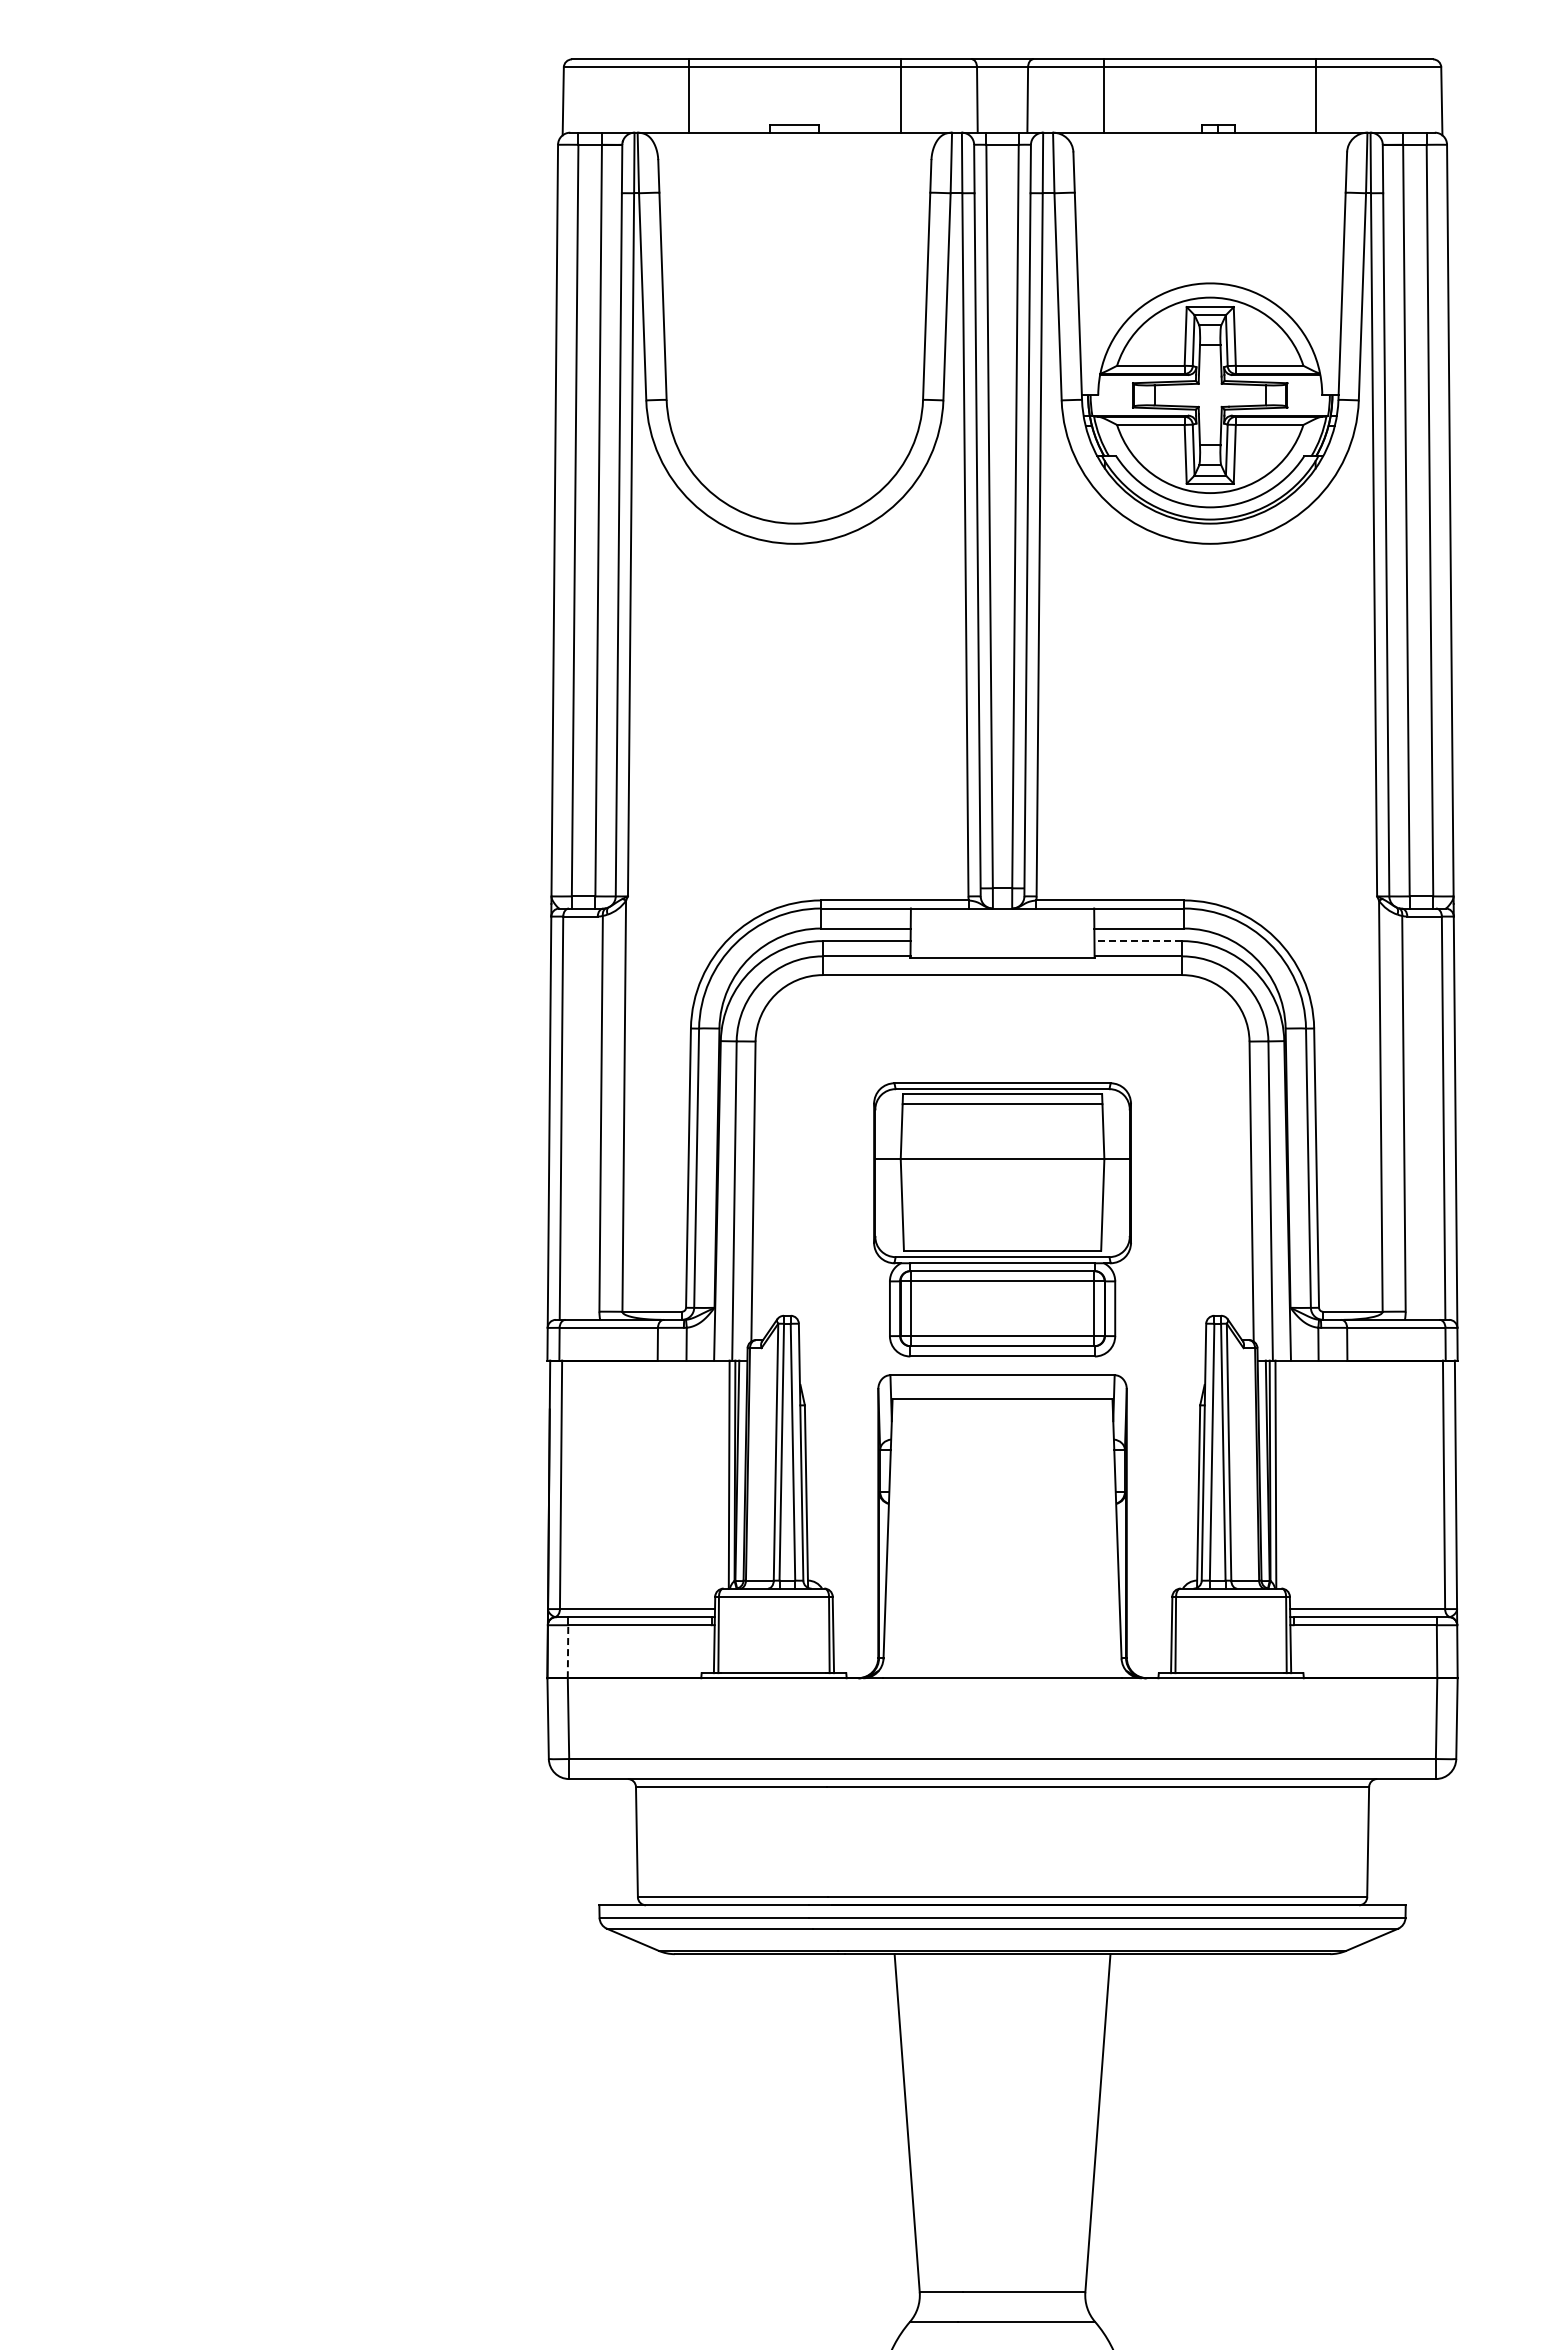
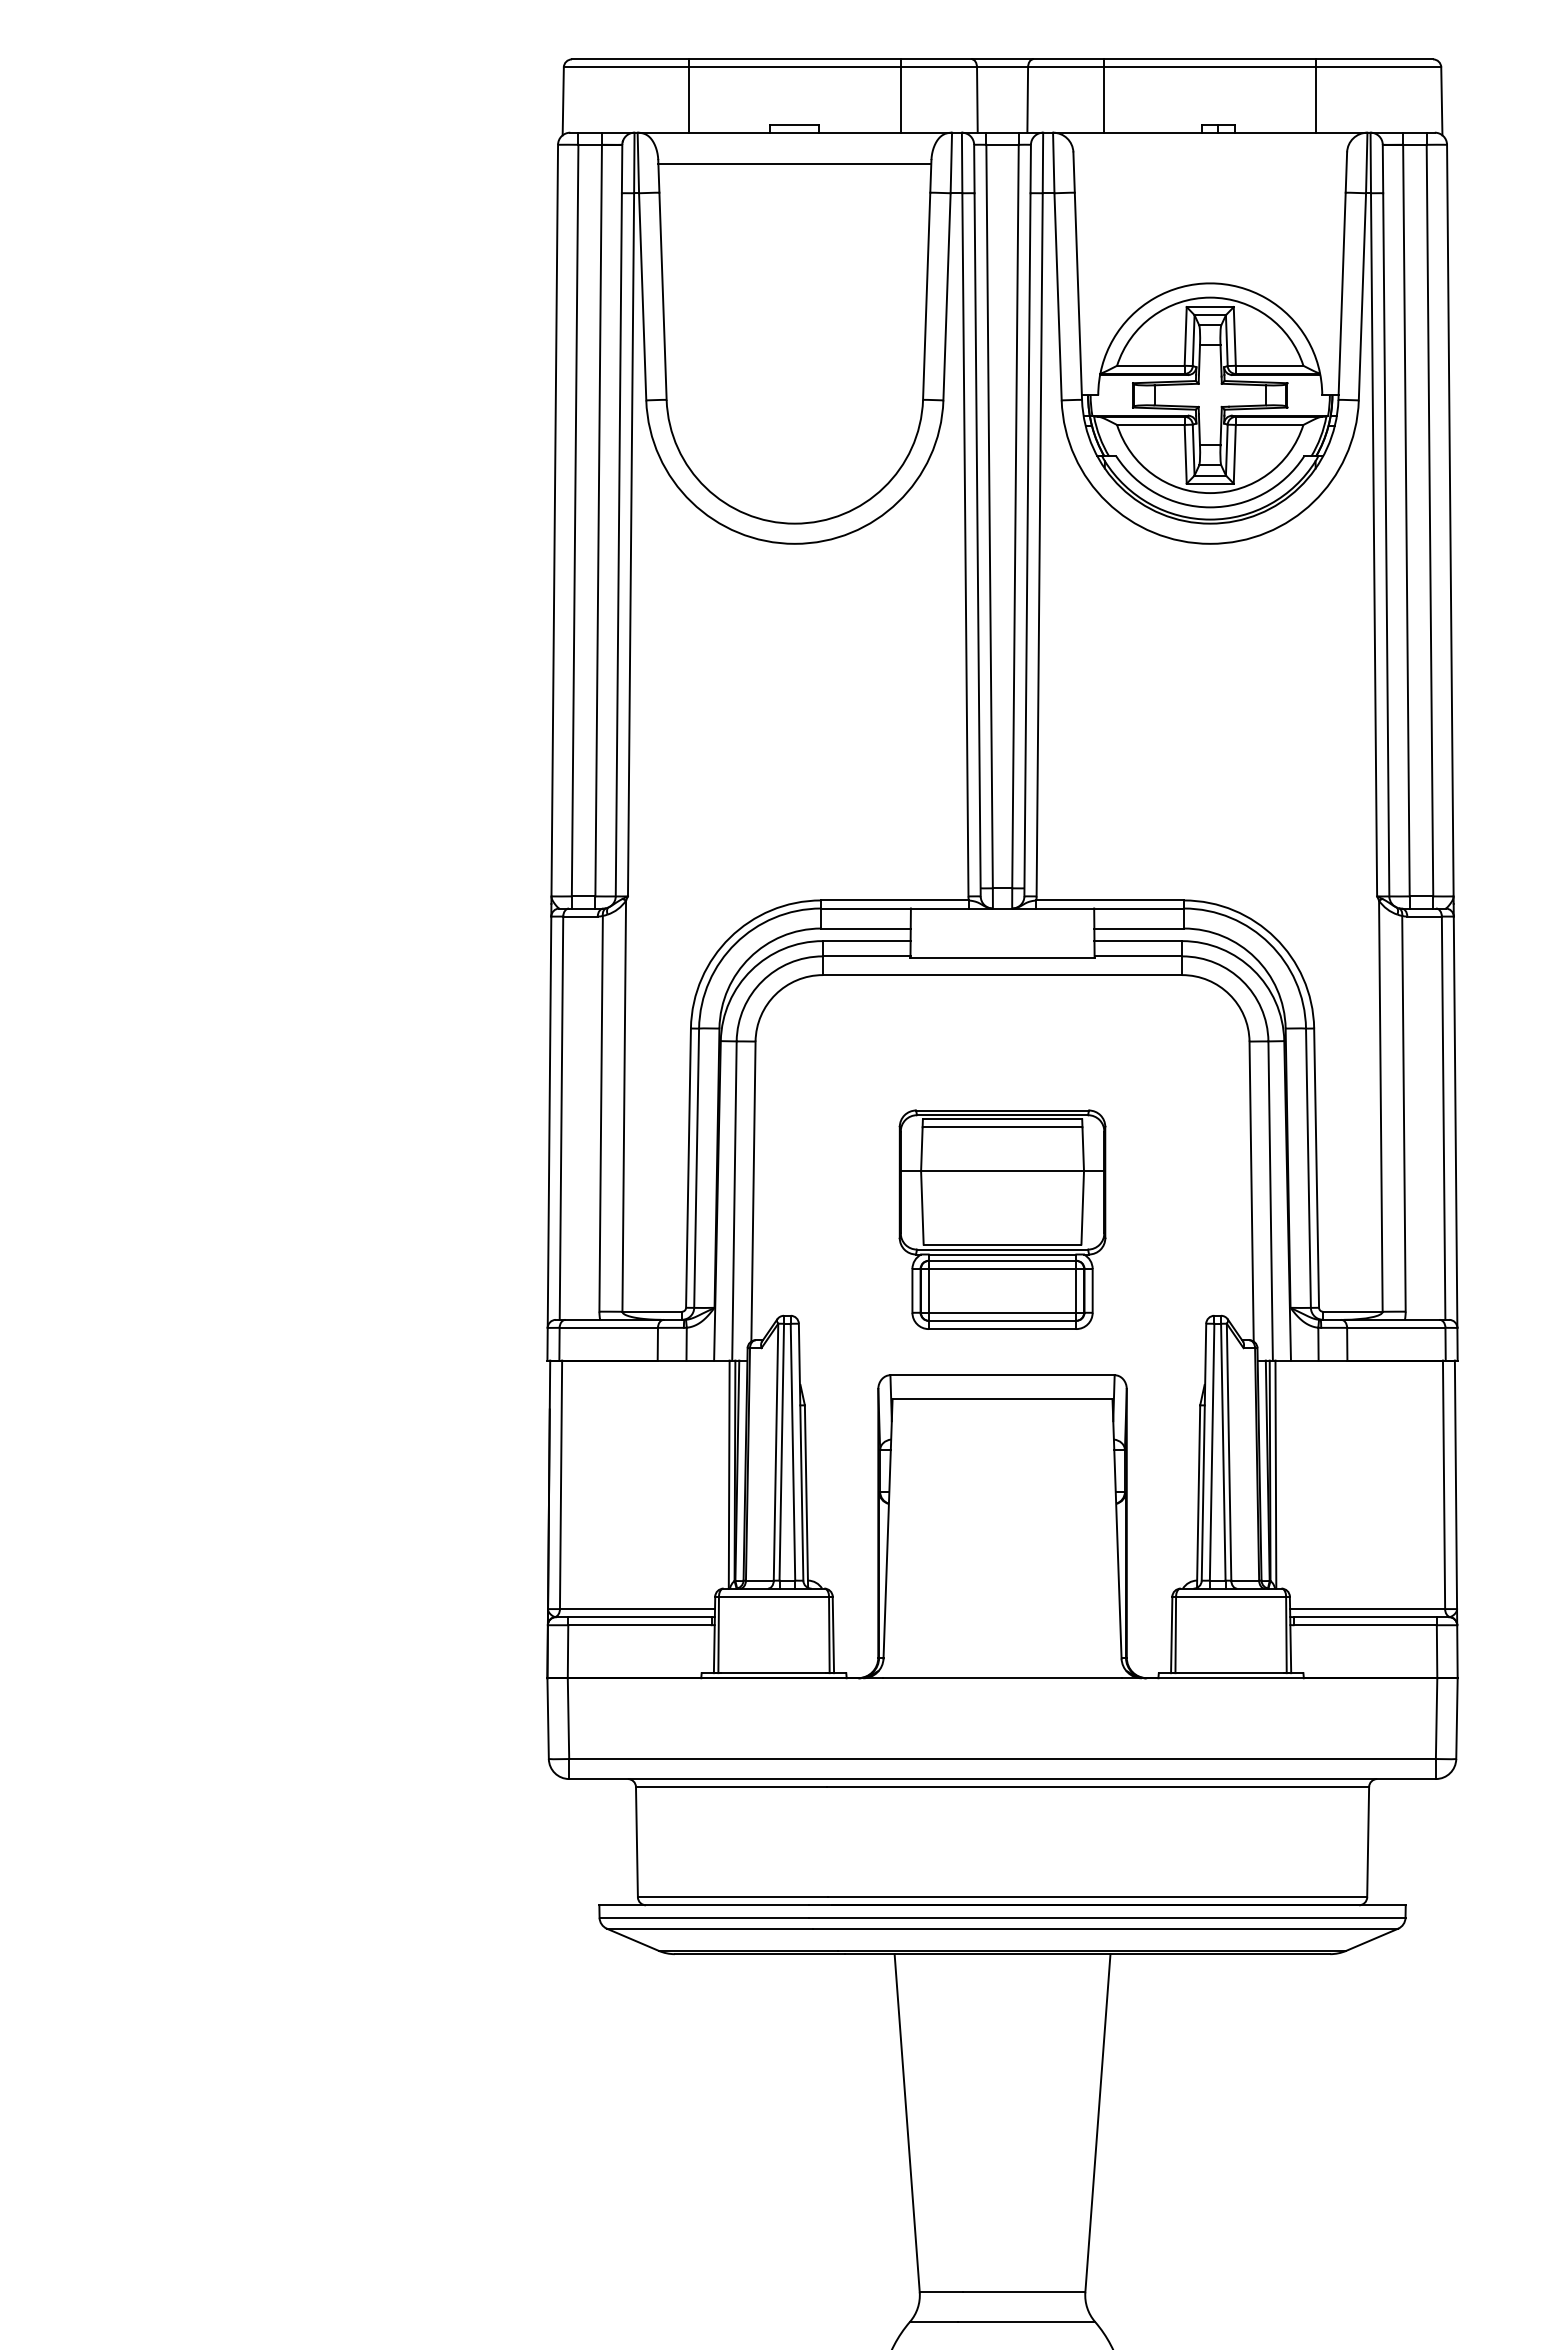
line at (794, 164): none -> present
line at (1138, 941): dashed -> solid
part at (1002, 1219) size: 259x276 px -> 209x221 px
line at (568, 1651): dashed -> solid
